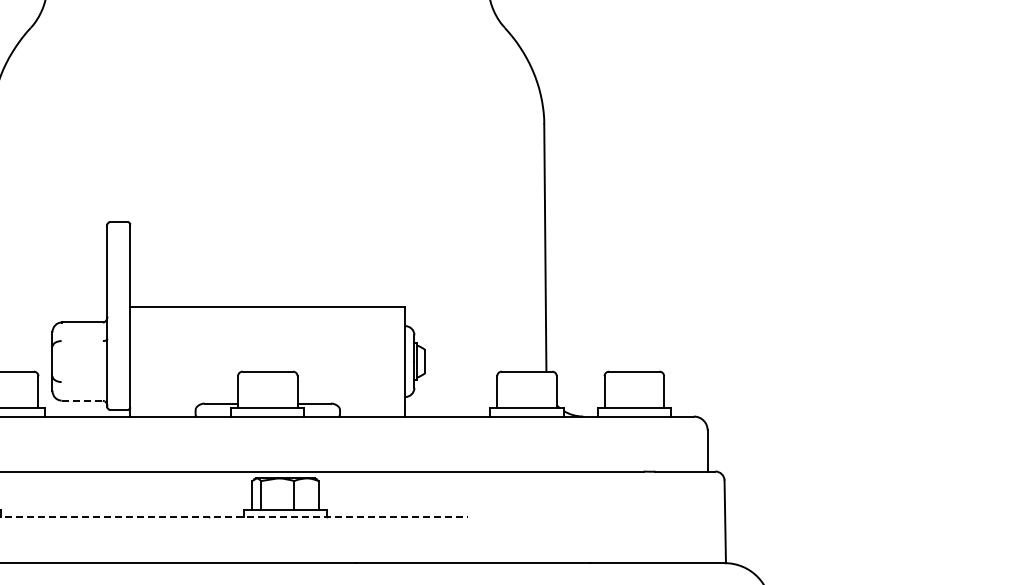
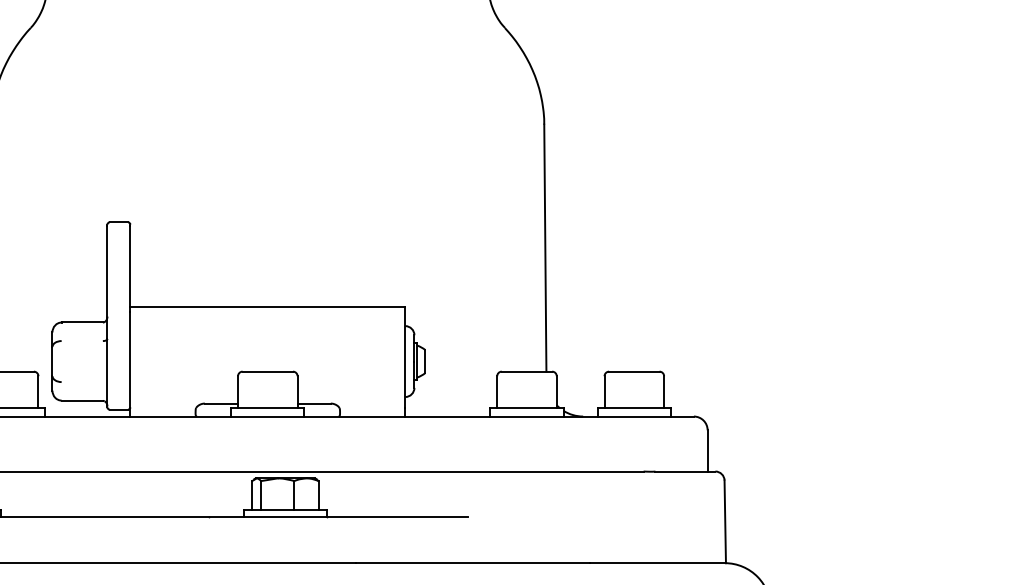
line at (82, 400): dashed -> solid
line at (234, 517): dashed -> solid
